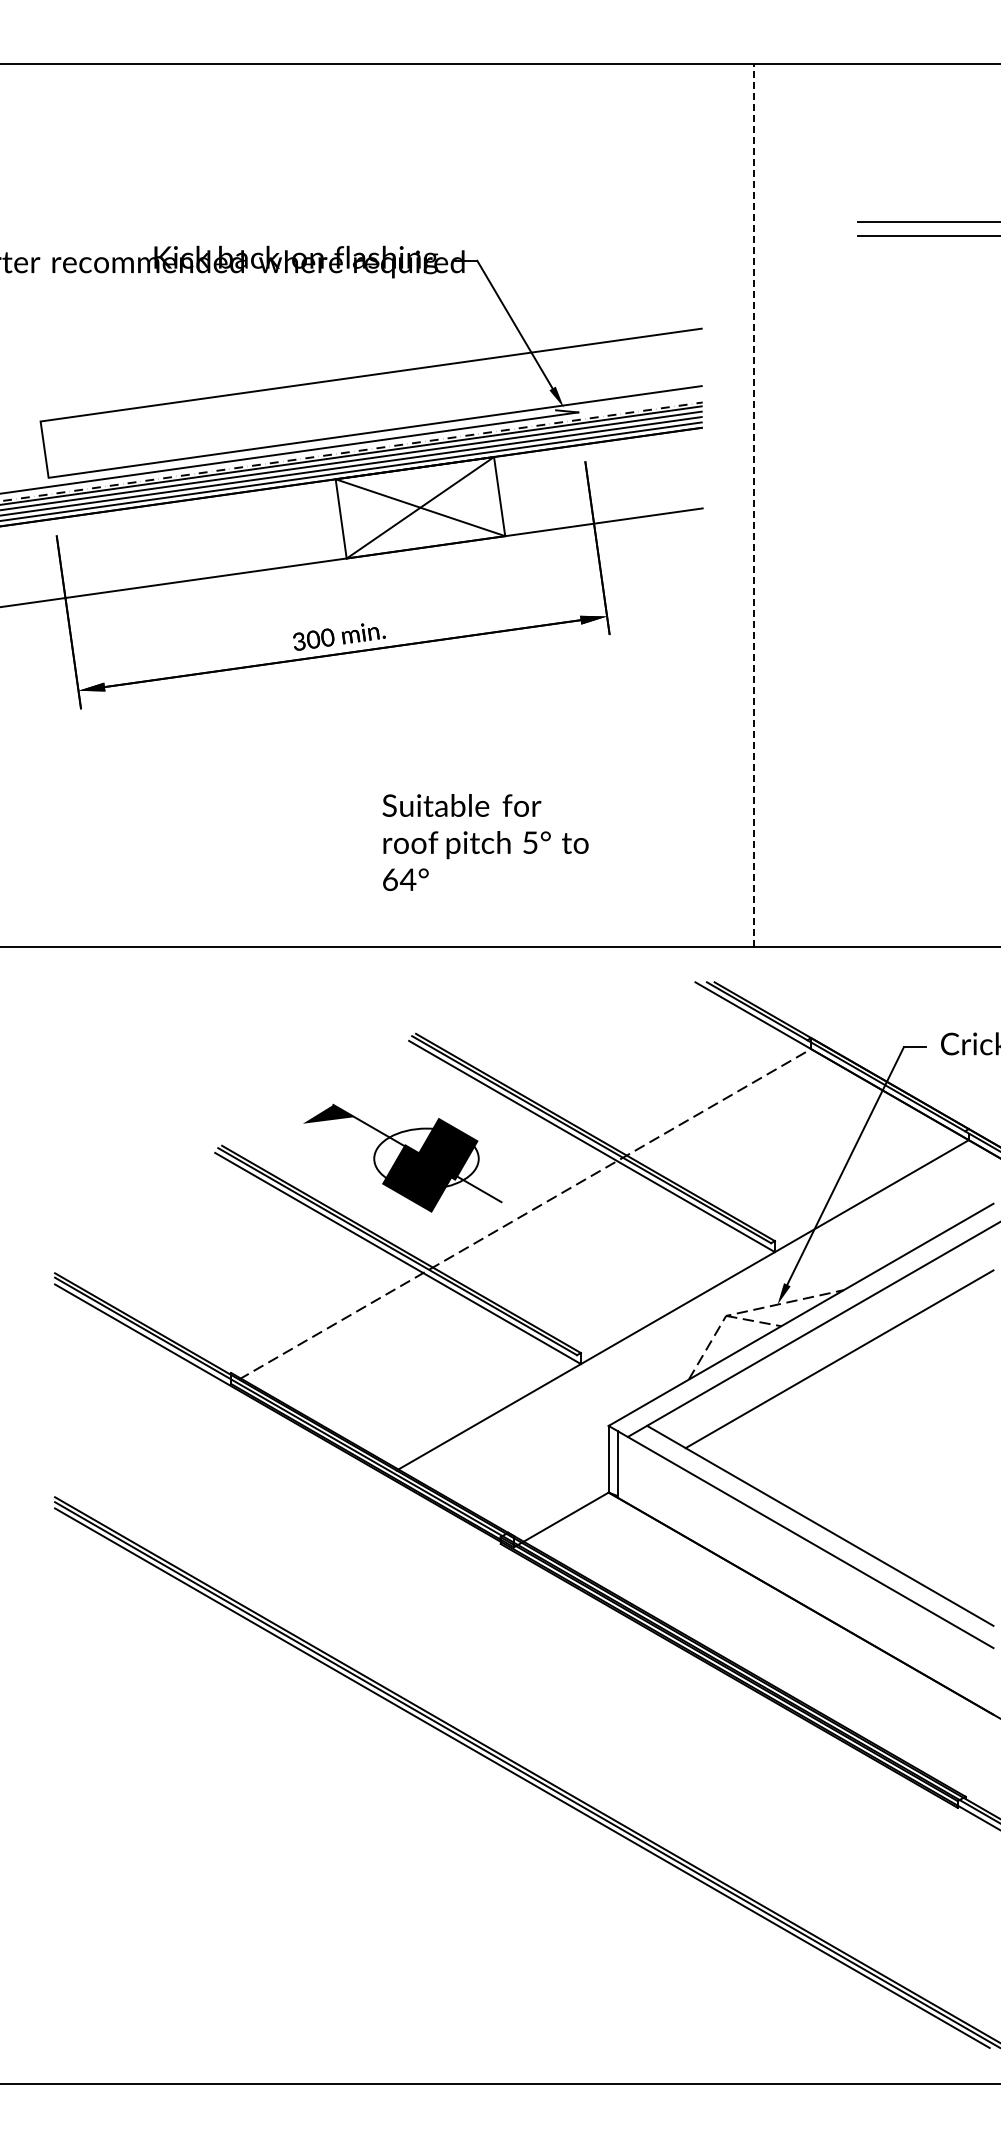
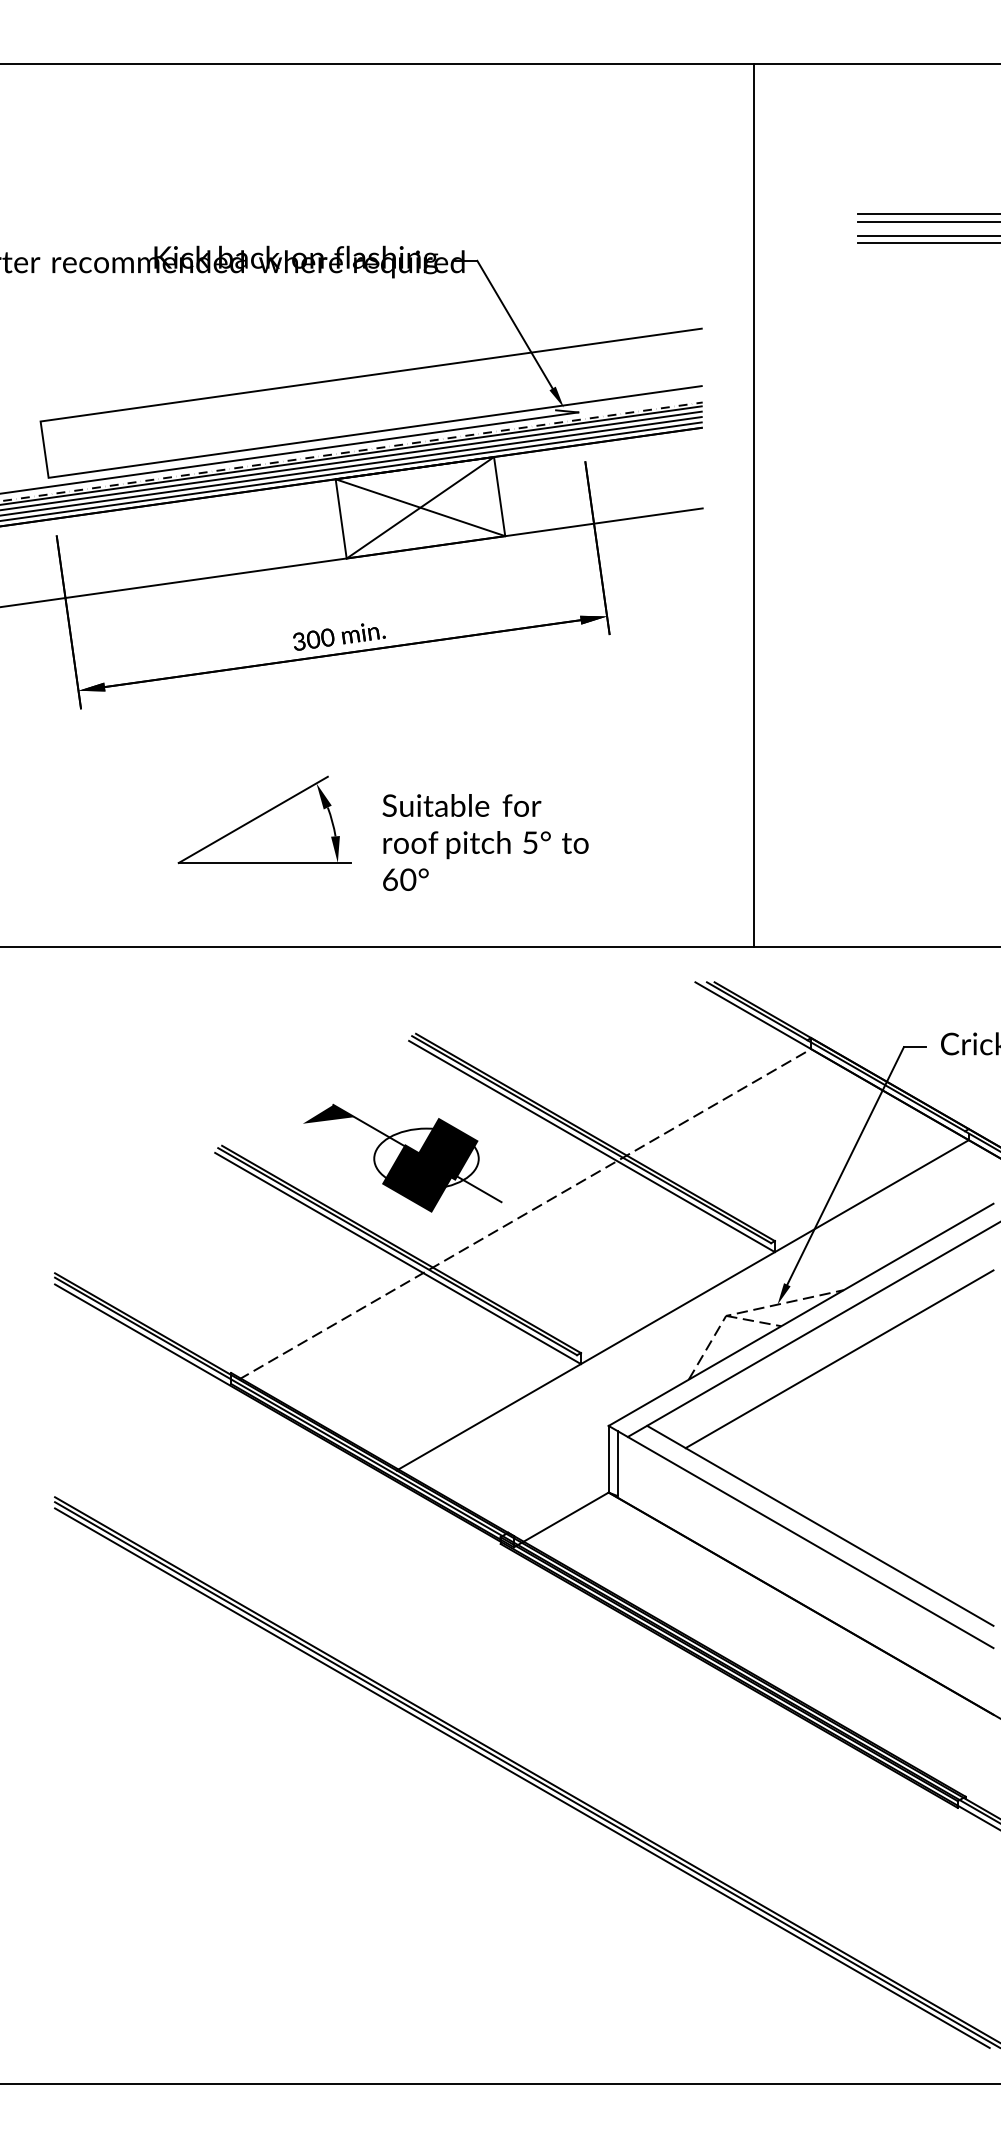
line at (927, 214): none -> present
line at (927, 242): none -> present
line at (753, 505): dashed -> solid
part at (264, 819): none -> present
text at (407, 879): 64° -> 60°
